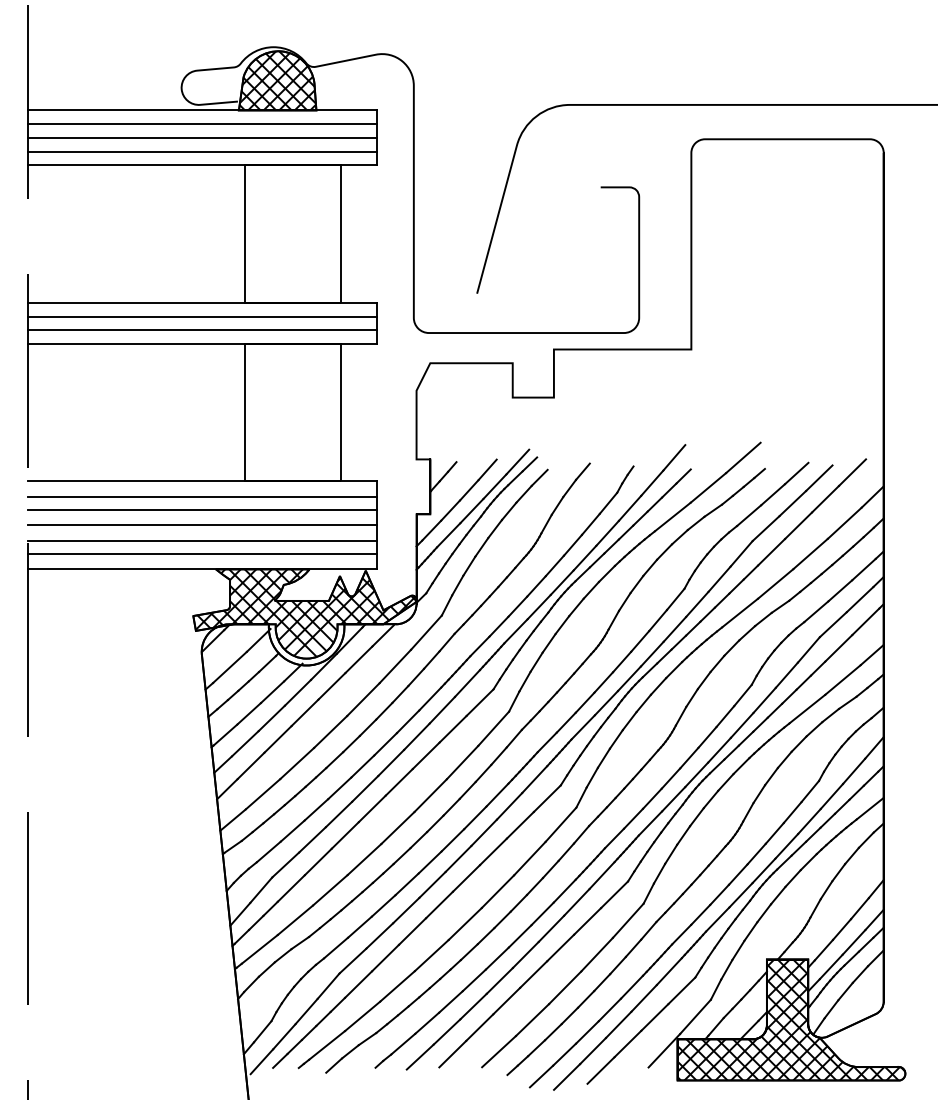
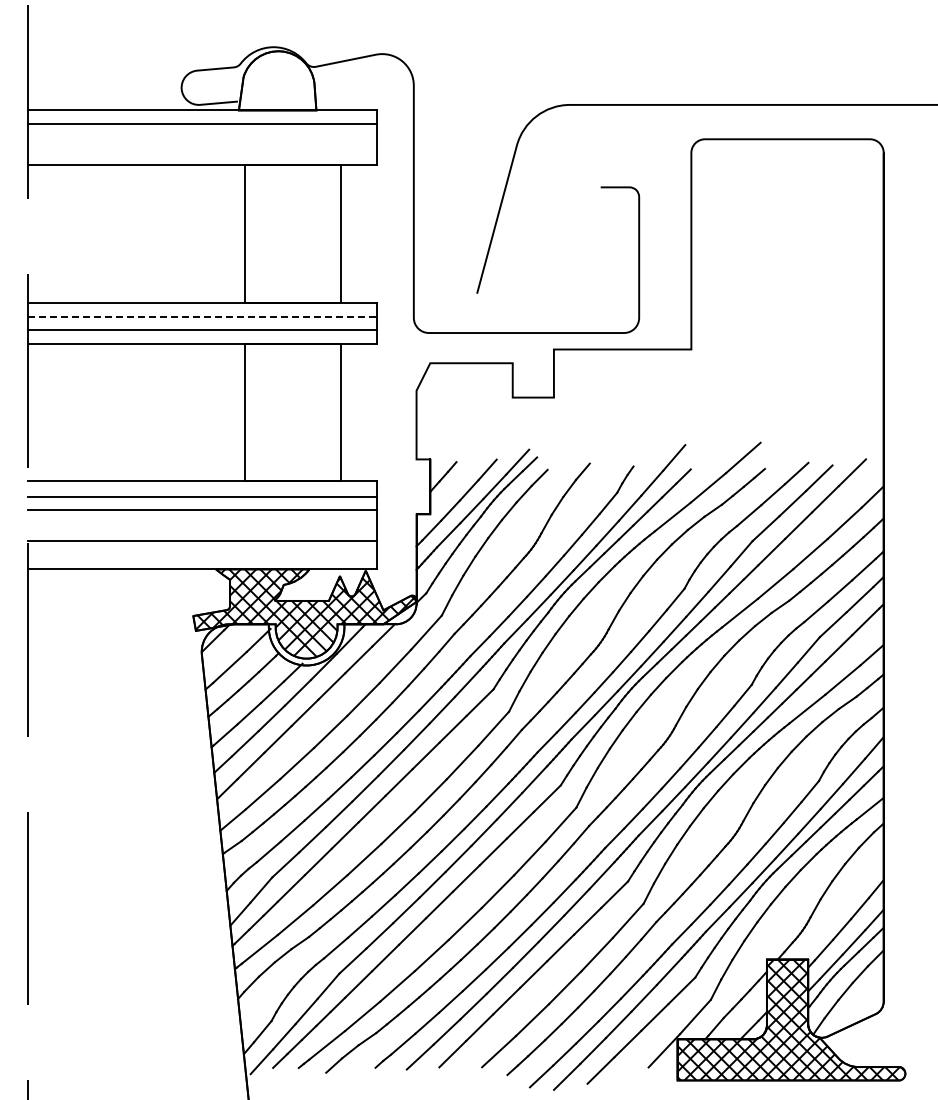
hatch at (277, 80): present -> none
line at (202, 137): present -> none
line at (202, 151): present -> none
line at (203, 316): solid -> dashed
line at (202, 525): present -> none
line at (202, 554): present -> none
